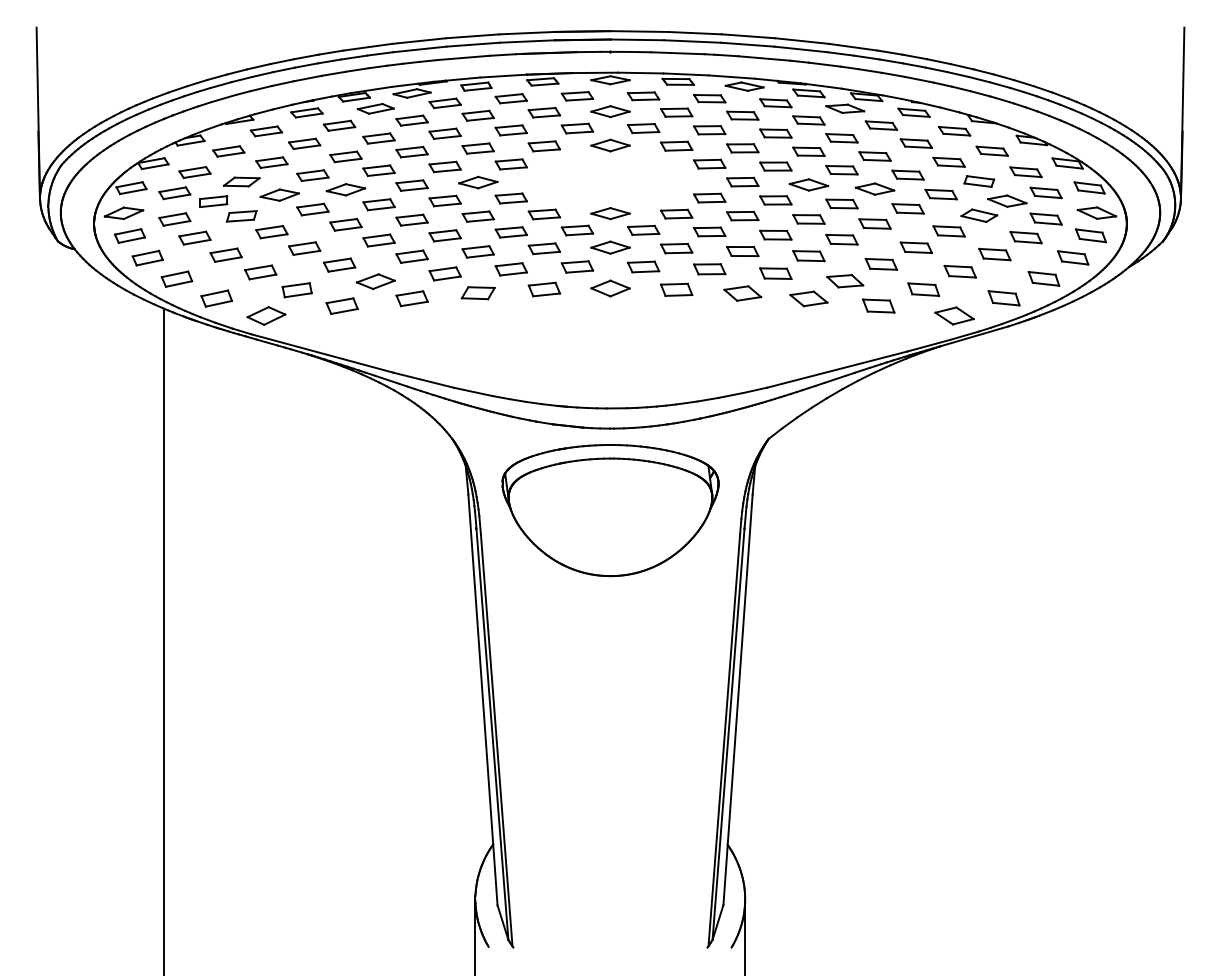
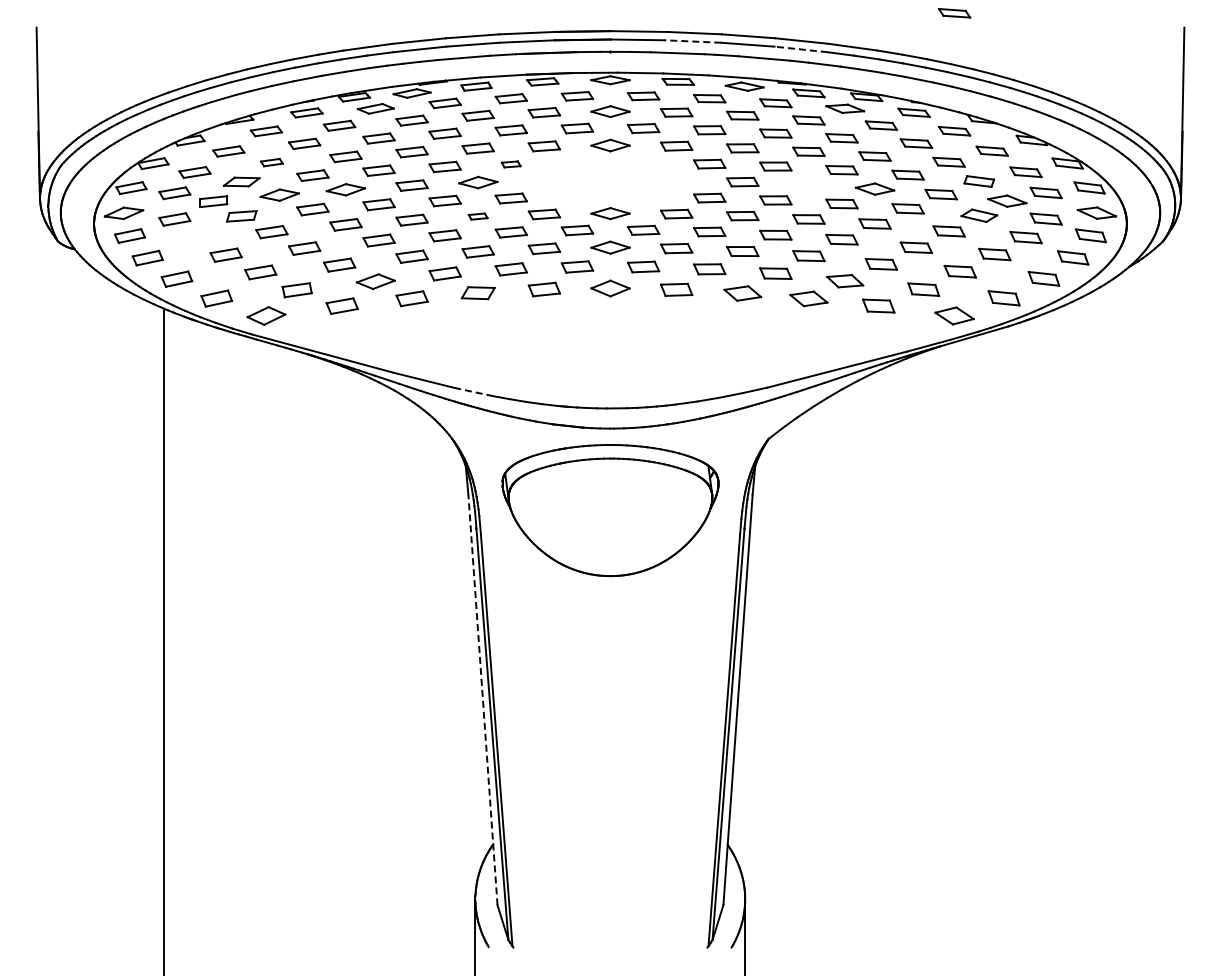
part at (954, 13): none -> present
line at (692, 41): solid -> dashed
line at (801, 49): solid -> dashed
part at (271, 162) size: 34x13 px -> 24x11 px
part at (510, 164) size: 34x13 px -> 22x9 px
part at (808, 184): present -> none
part at (477, 216) size: 34x13 px -> 22x9 px
part at (194, 237): present -> none
line at (473, 391): solid -> dashed
line at (482, 699): solid -> dashed
